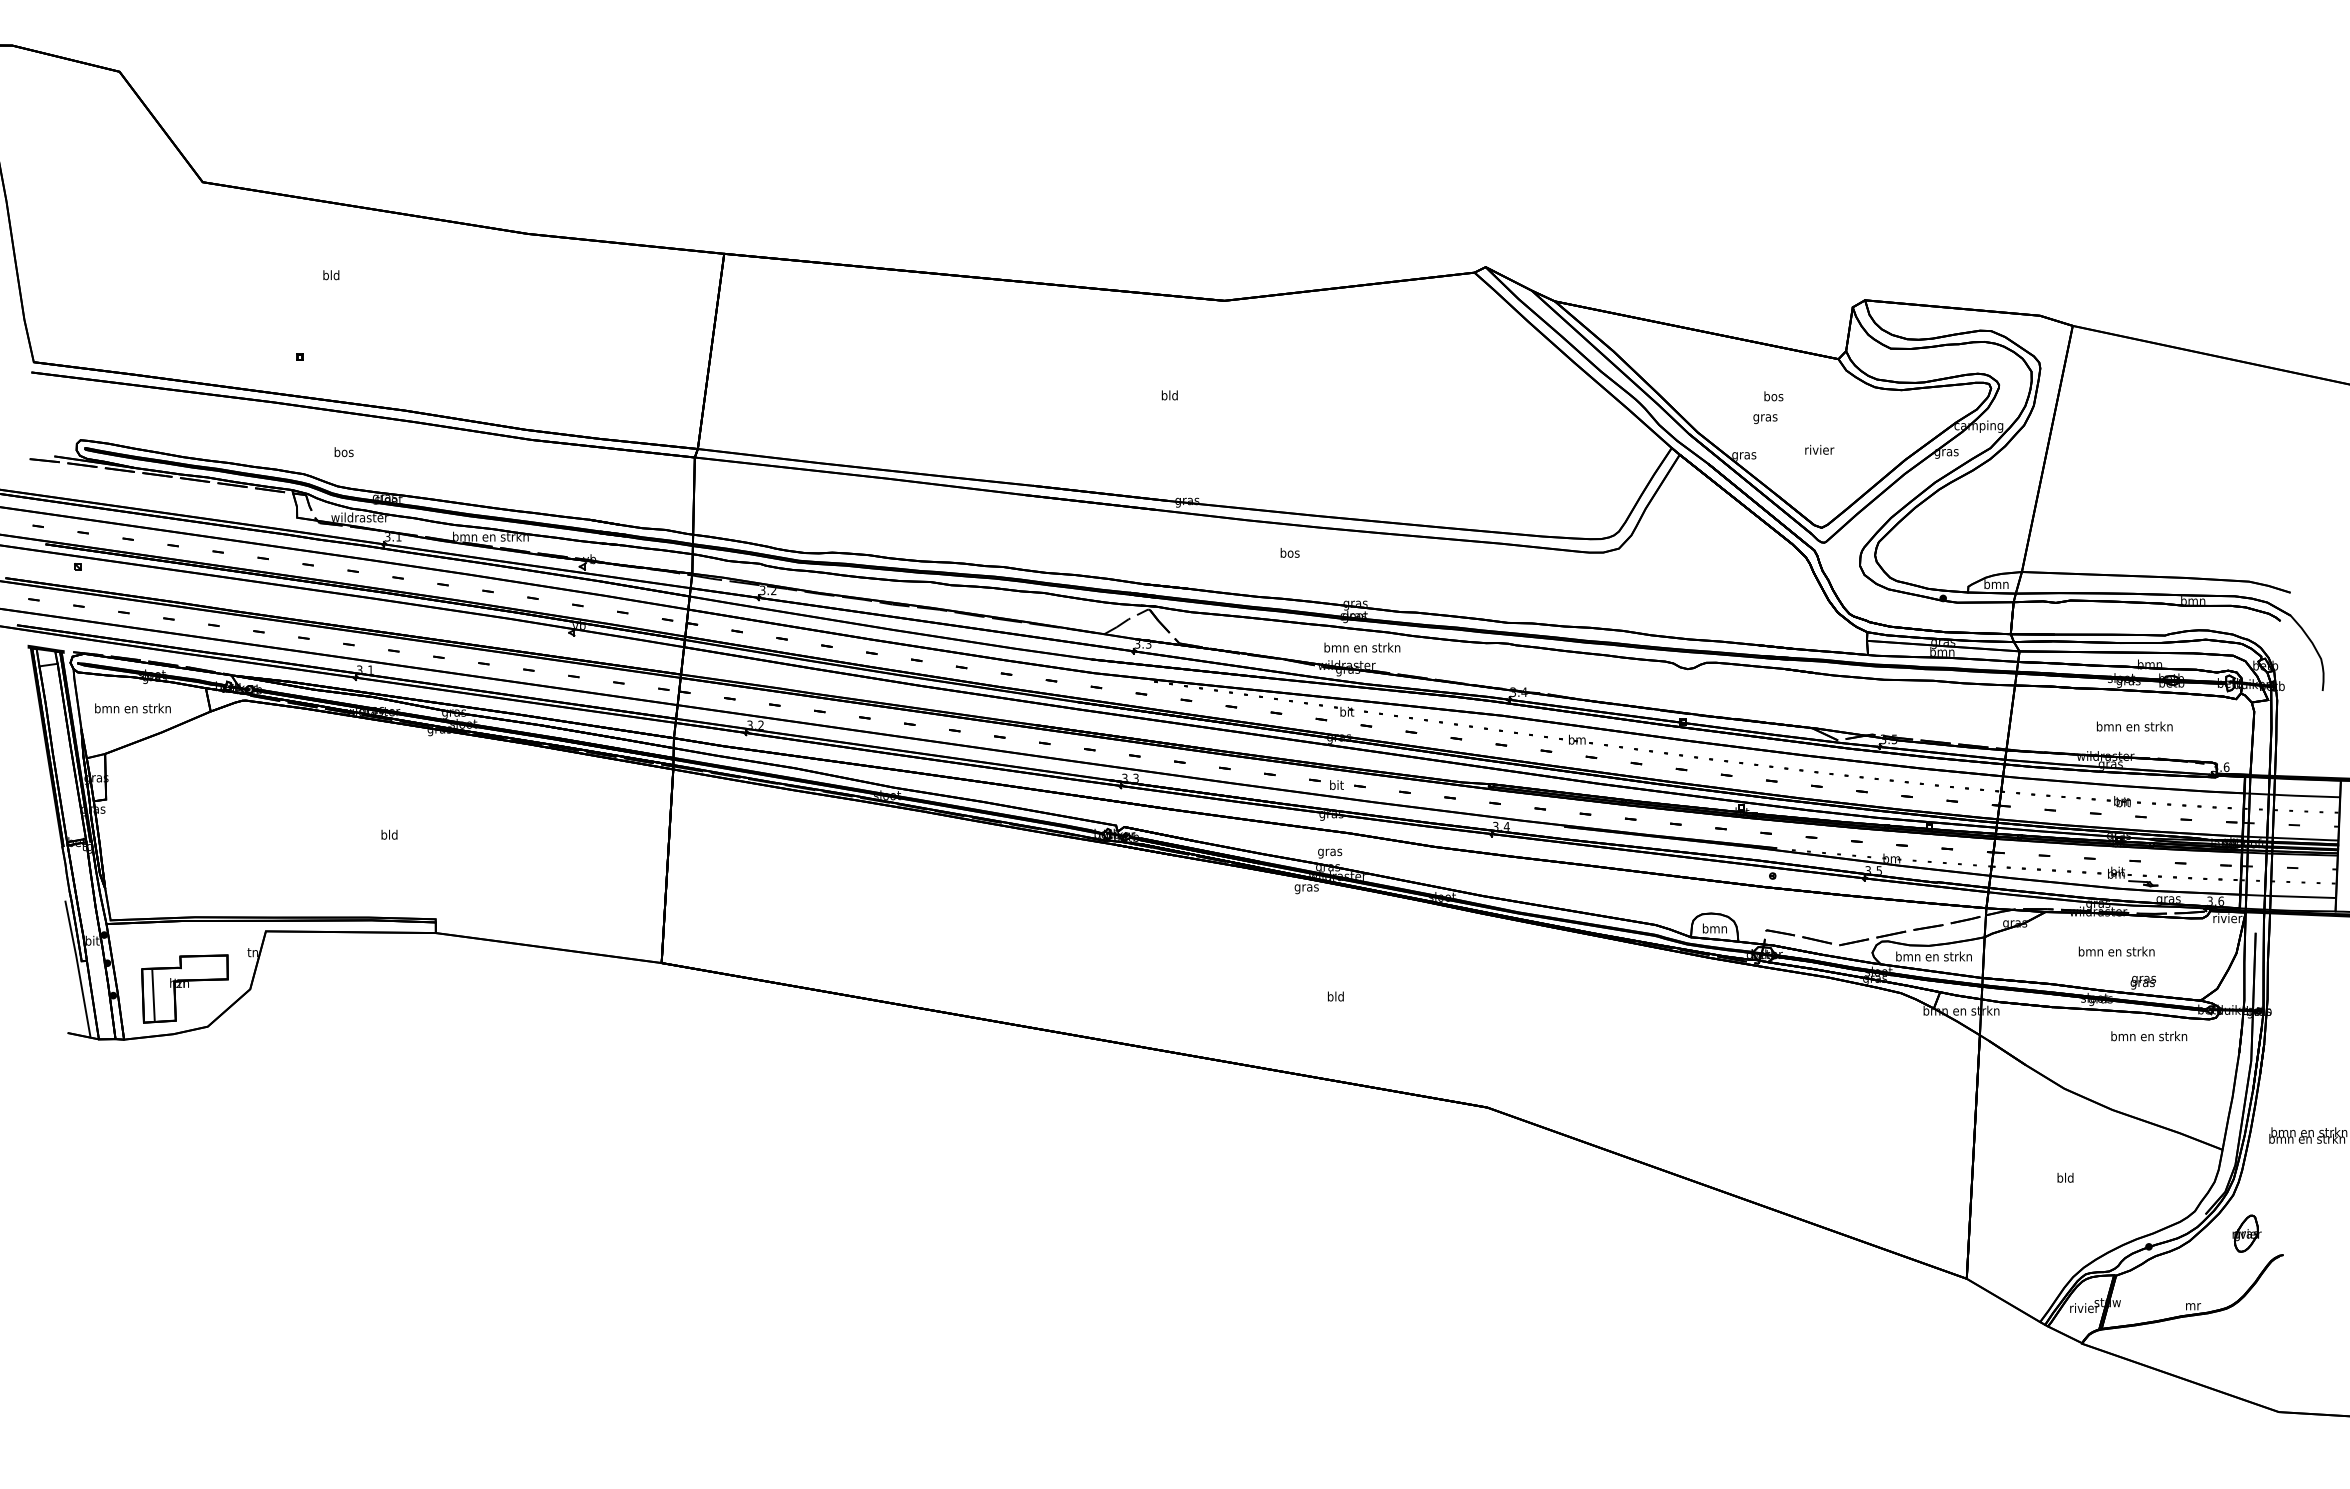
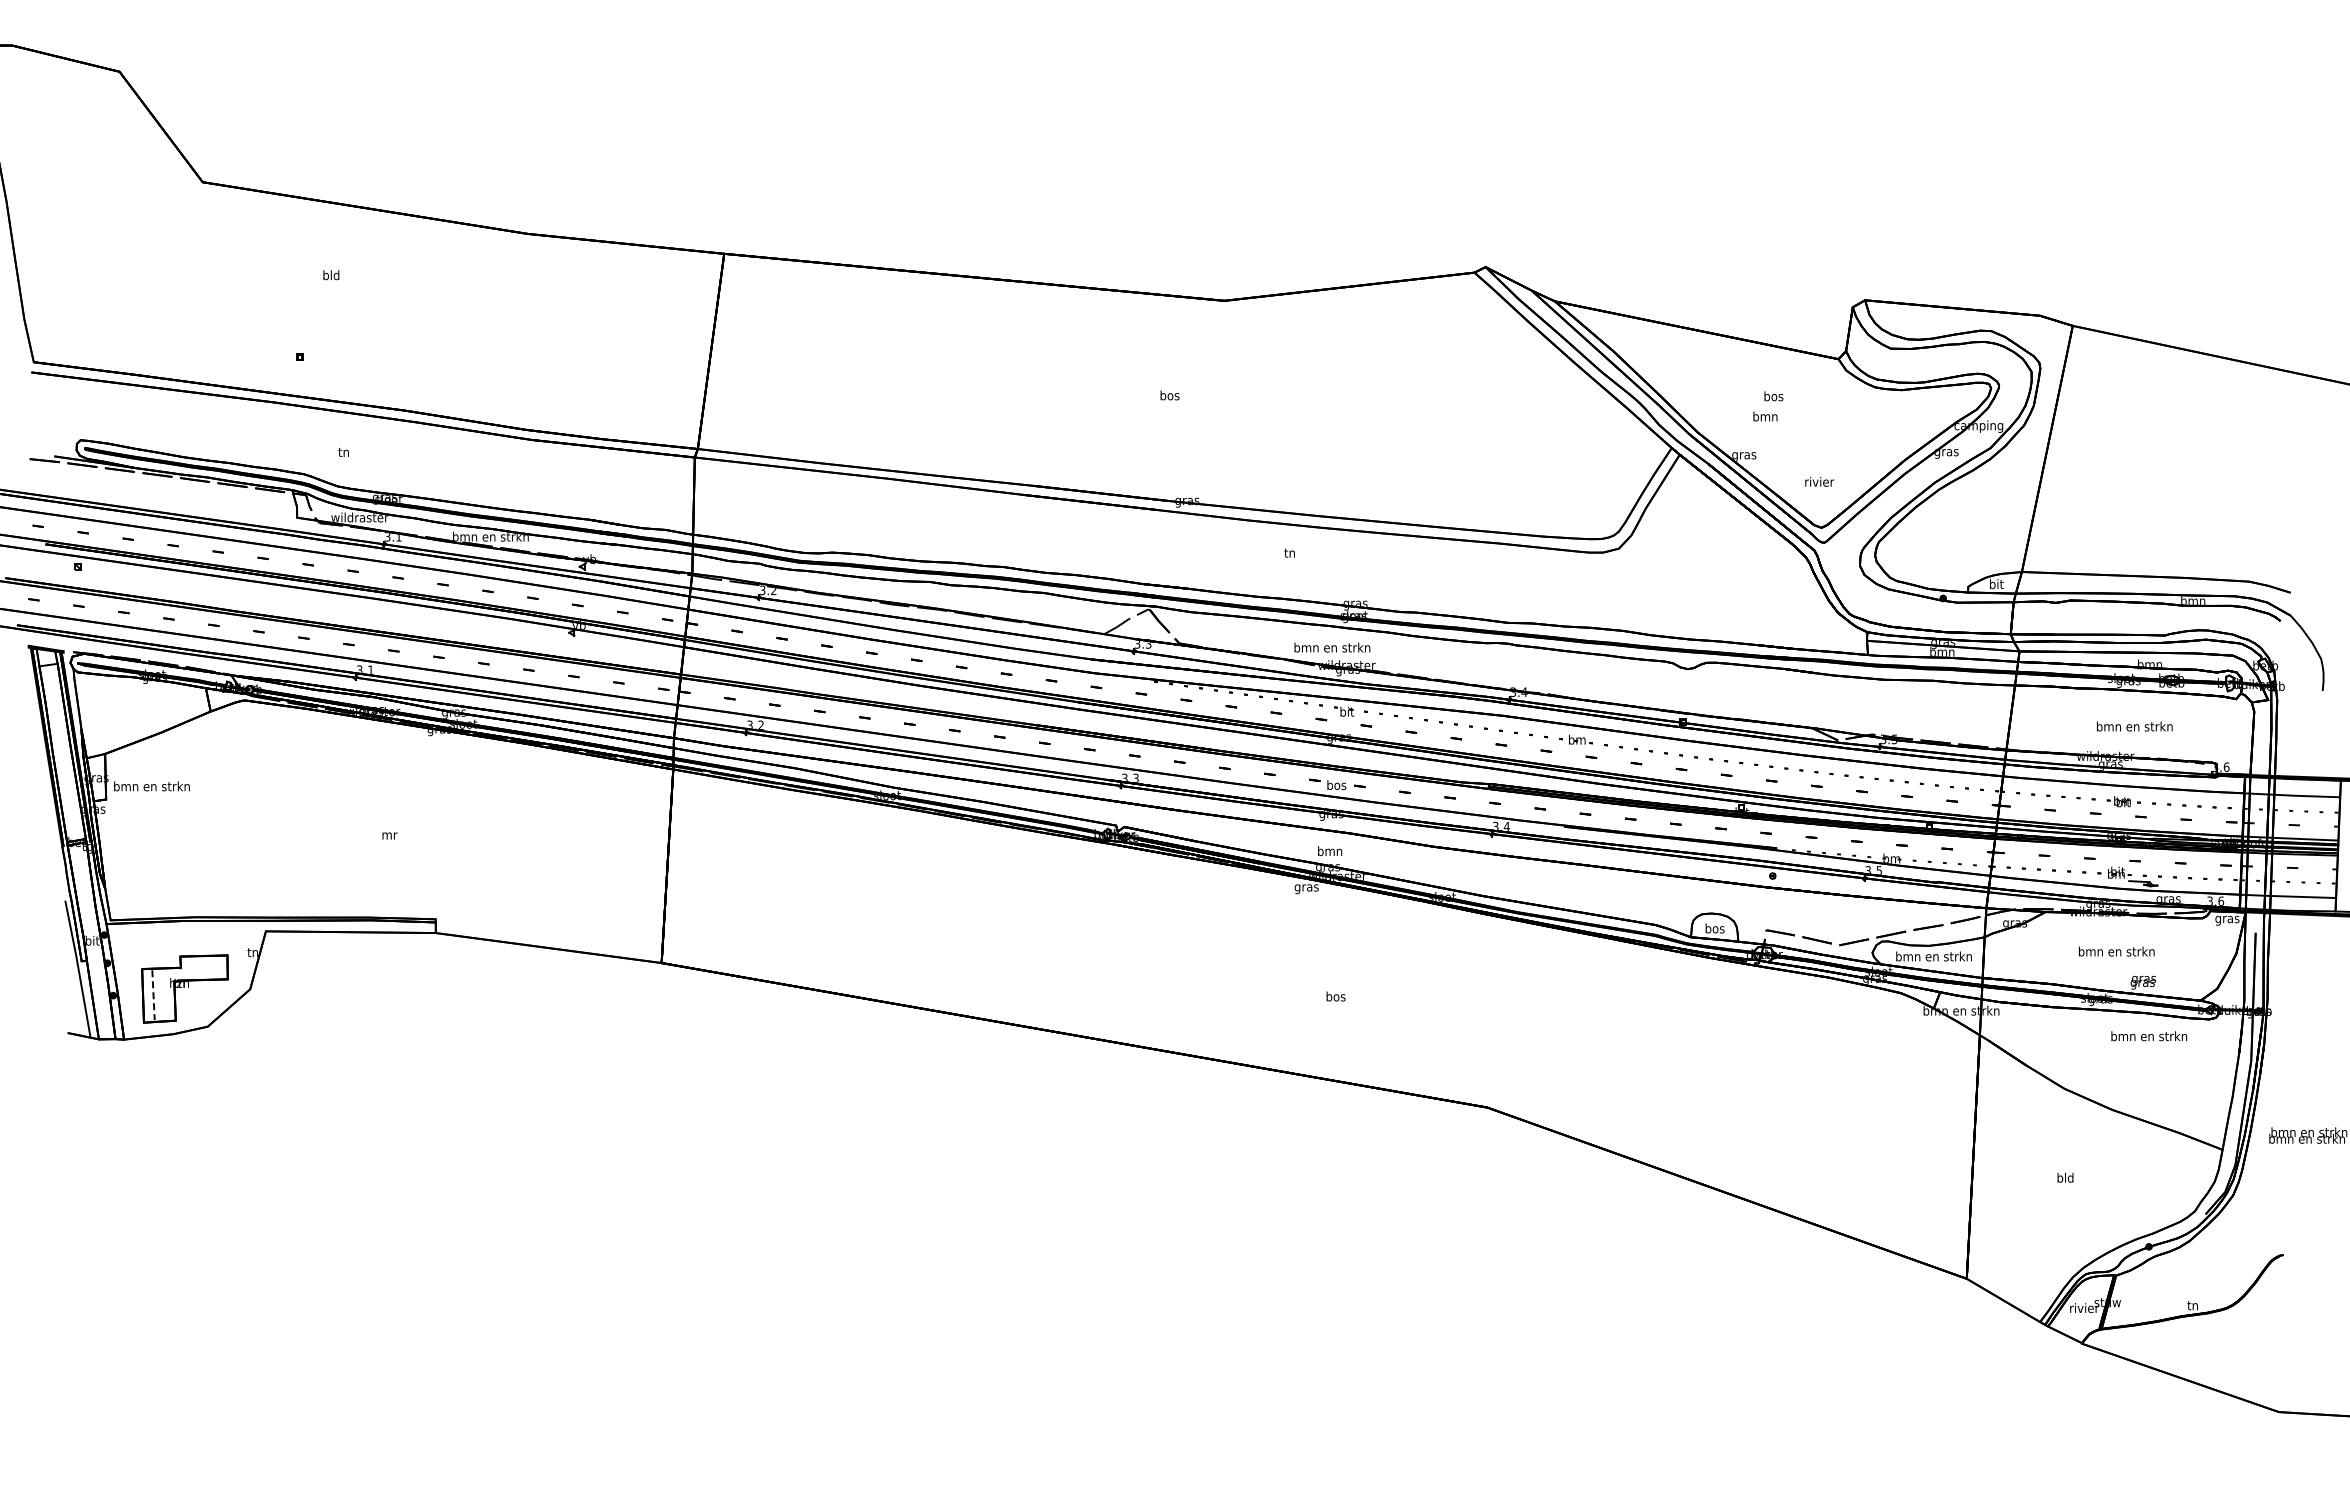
text at (1169, 395): bld -> bos
text at (1765, 417): gras -> bmn
text at (1819, 449) position: (1819, 449) -> (1819, 481)
text at (343, 452): bos -> tn
text at (1289, 552): bos -> tn
text at (1996, 584): bmn -> bit
text at (1362, 647) position: (1362, 647) -> (1332, 647)
text at (132, 708) position: (132, 708) -> (151, 786)
text at (1336, 785): bit -> bos
text at (389, 834): bld -> mr
text at (1330, 852): gras -> bmn
text at (2227, 919): rivier -> gras
text at (1714, 928): bmn -> bos
line at (153, 995): solid -> dashed
text at (1335, 996): bld -> bos
part at (2246, 1233): present -> none
text at (2193, 1305): mr -> tn
